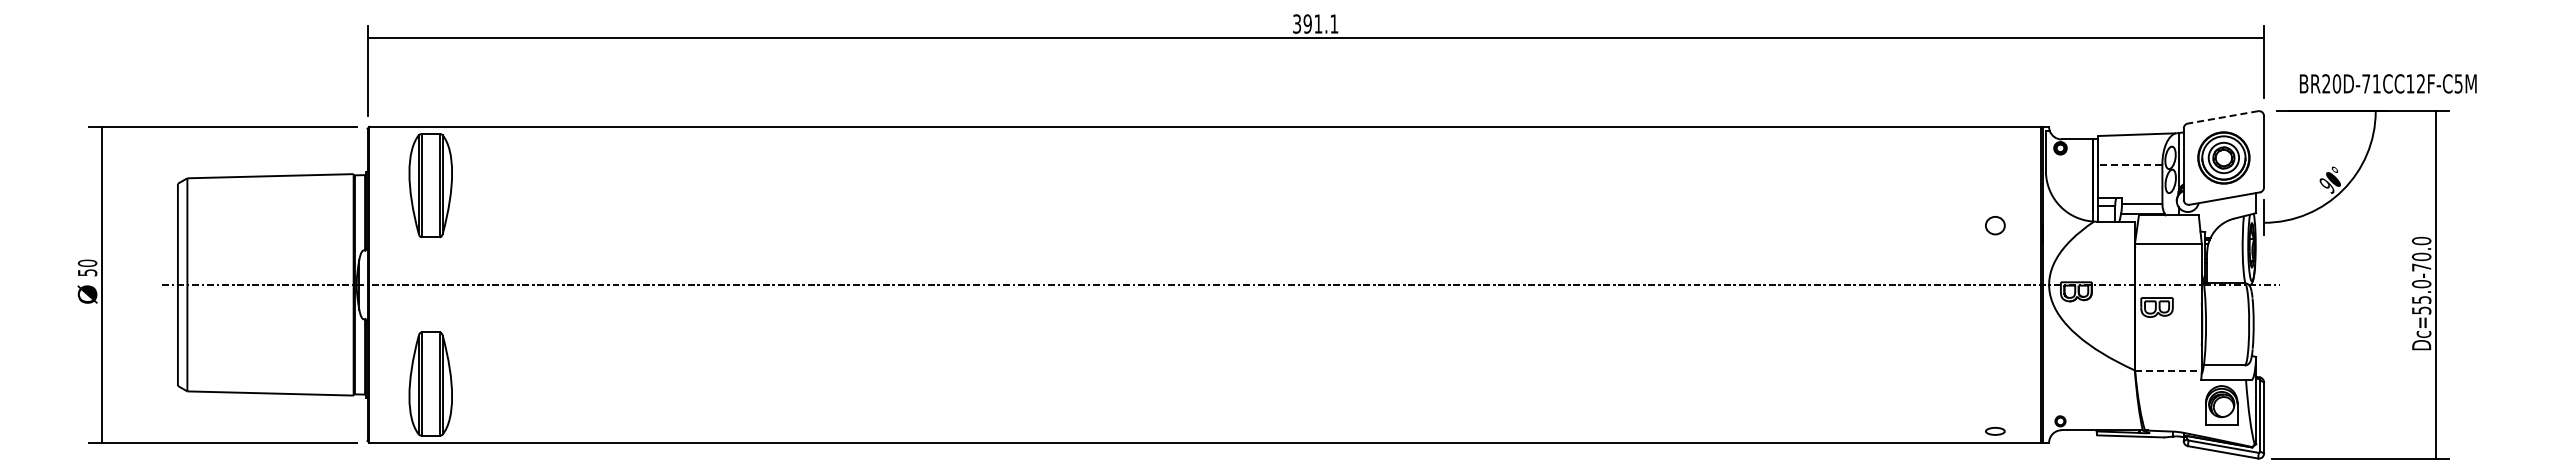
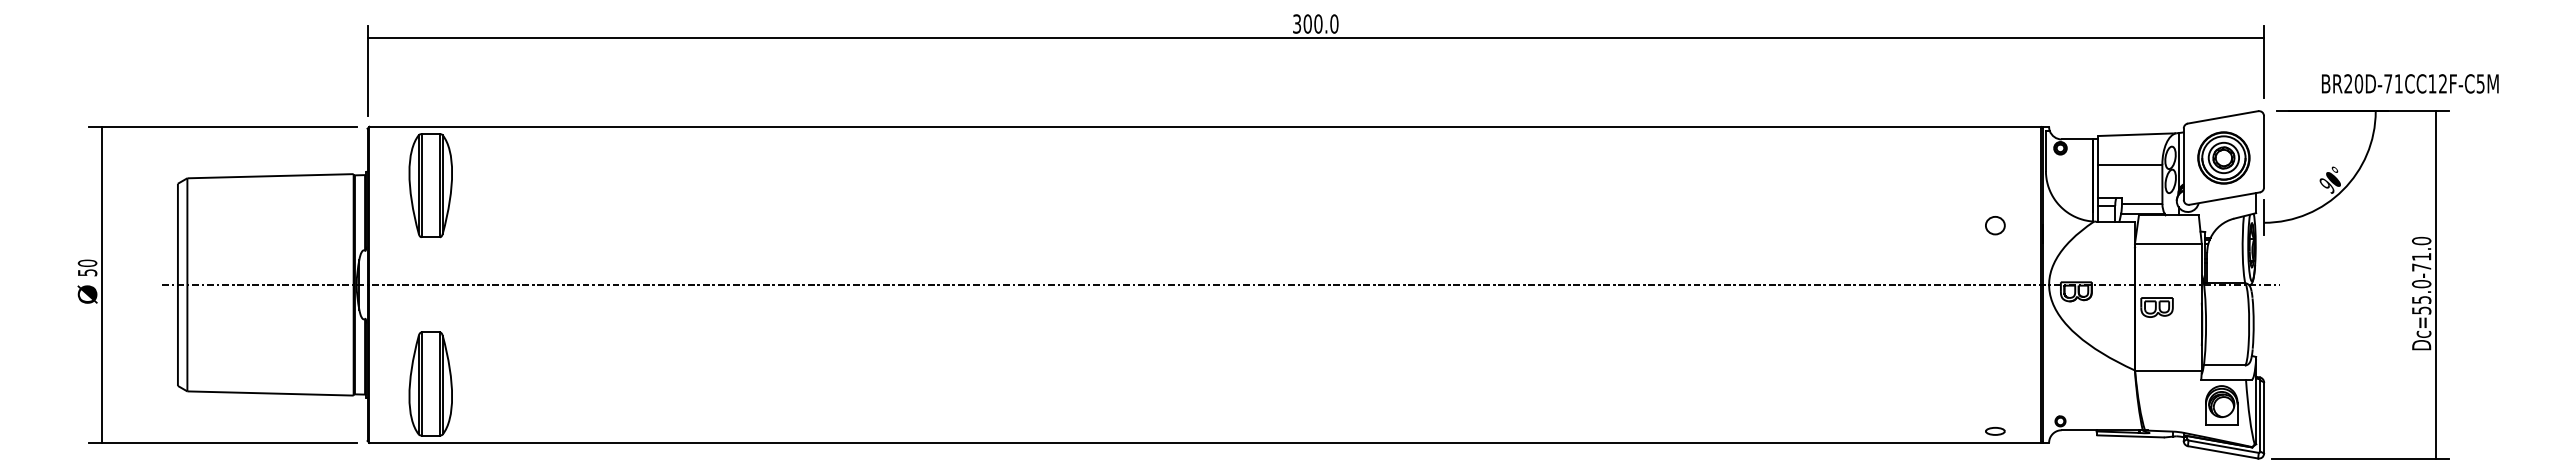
text at (1320, 23): 391.1 -> 300.0
text at (2388, 83) position: (2388, 83) -> (2410, 83)
line at (2223, 117): dashed -> solid
line at (2130, 164): dashed -> solid
text at (2421, 256): Dc=55.0-70.0 -> Dc=55.0-71.0
line at (2168, 371): dashed -> solid
